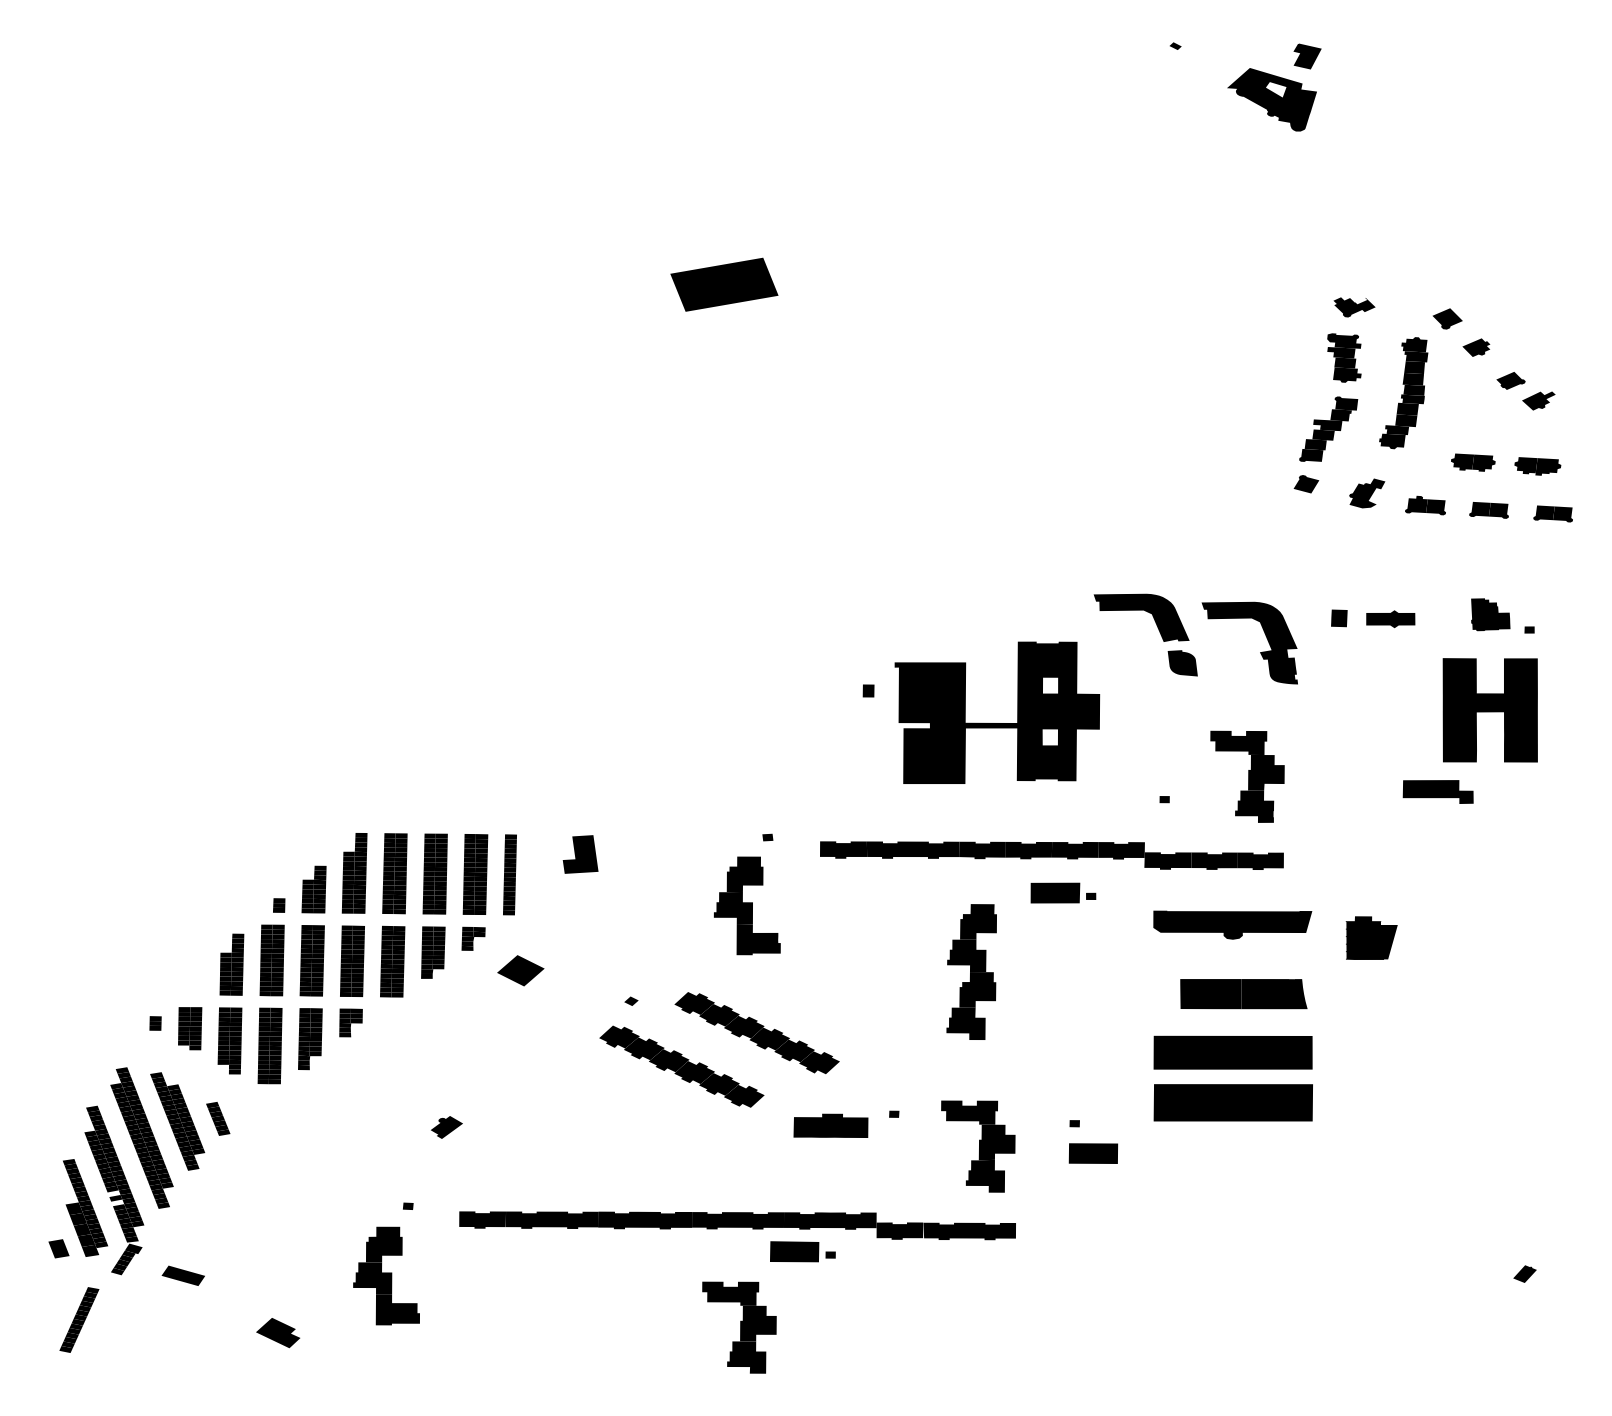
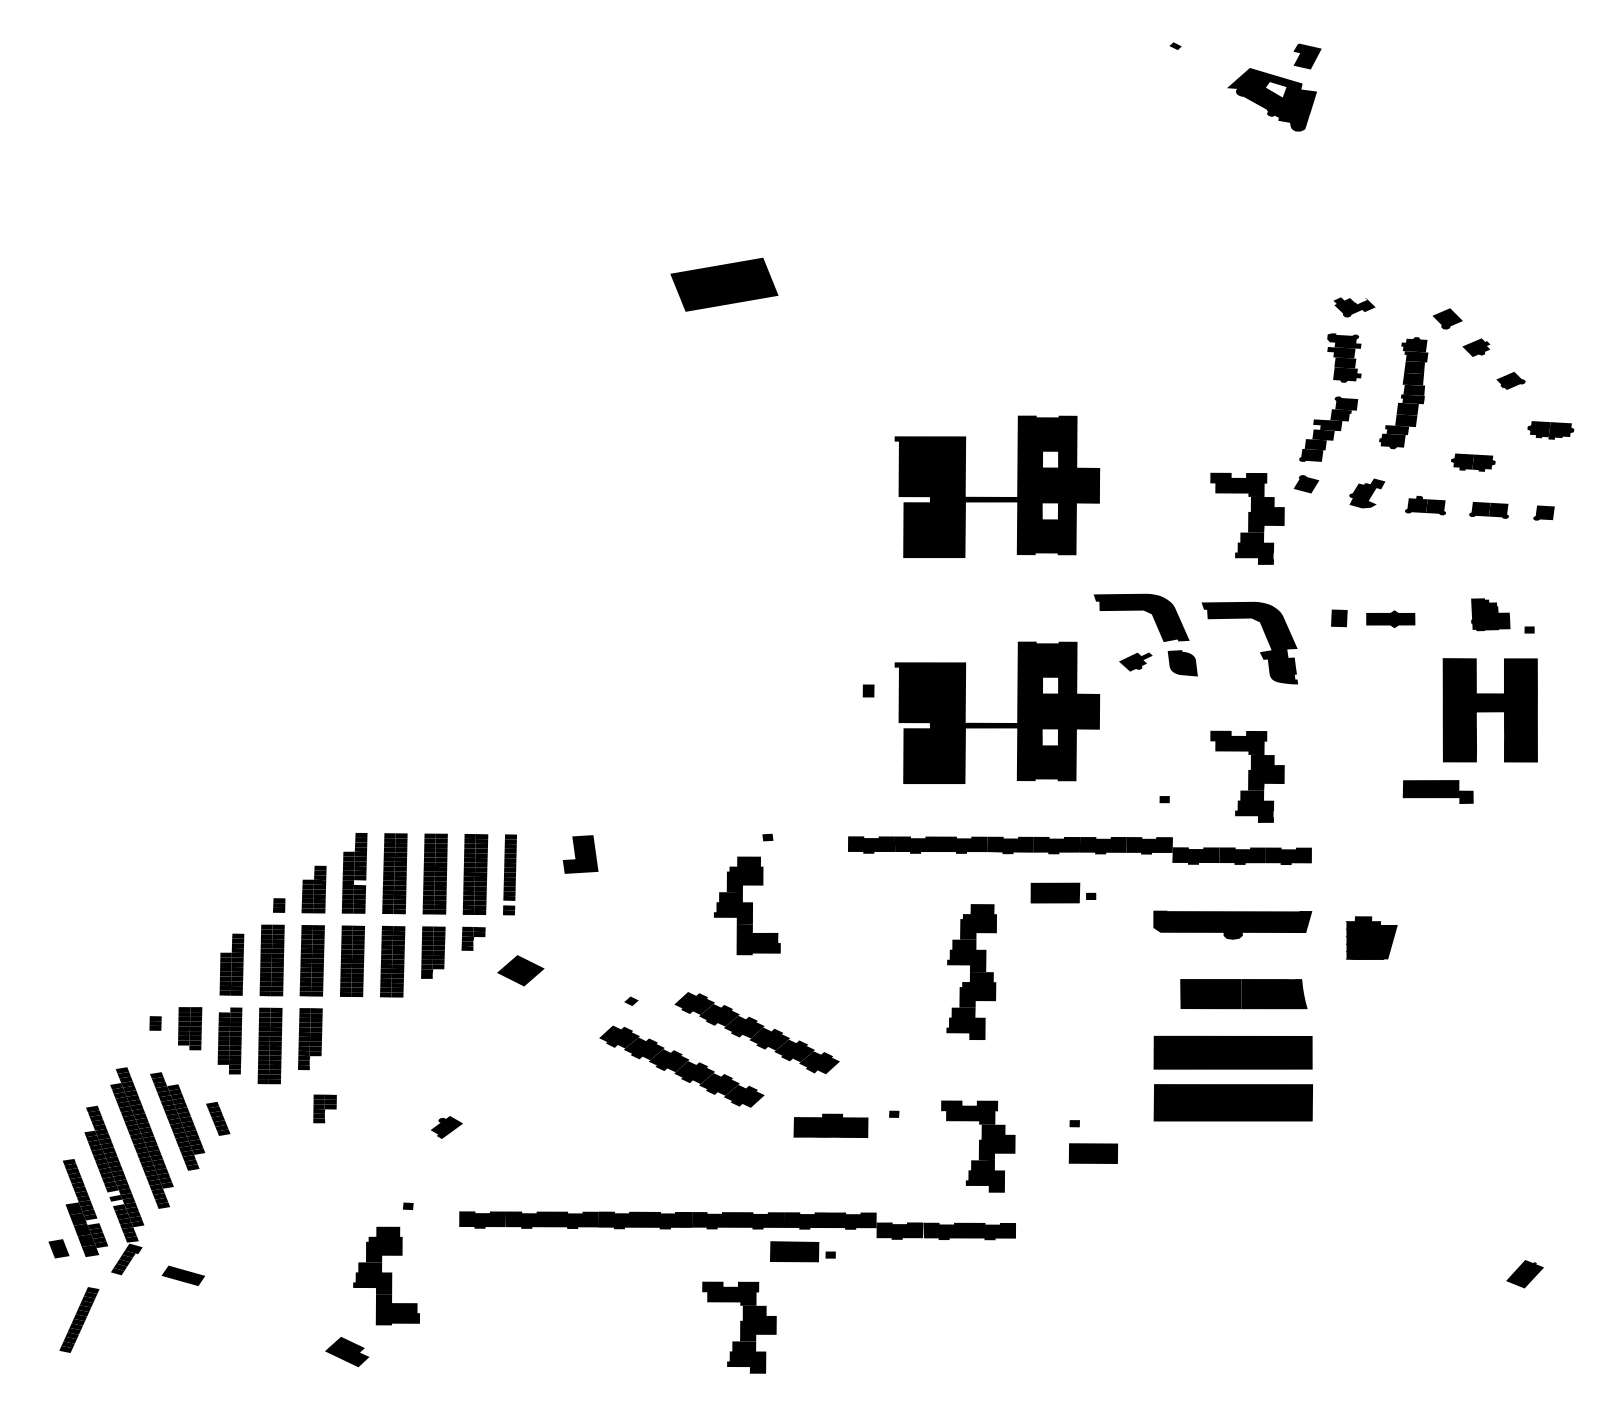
part at (1538, 400) position: (1538, 400) -> (1135, 661)
part at (1537, 466) position: (1537, 466) -> (1550, 430)
part at (997, 497): none -> present
fill at (1562, 514): present -> none
part at (1247, 518): none -> present
part at (1051, 855) position: (1051, 855) -> (1079, 850)
fill at (359, 882): present -> none
fill at (509, 902): present -> none
fill at (224, 1009): present -> none
part at (350, 1022) position: (350, 1022) -> (324, 1108)
fill at (92, 1221): present -> none
part at (1524, 1273) size: 24x18 px -> 38x29 px
part at (278, 1333) position: (278, 1333) -> (347, 1352)
